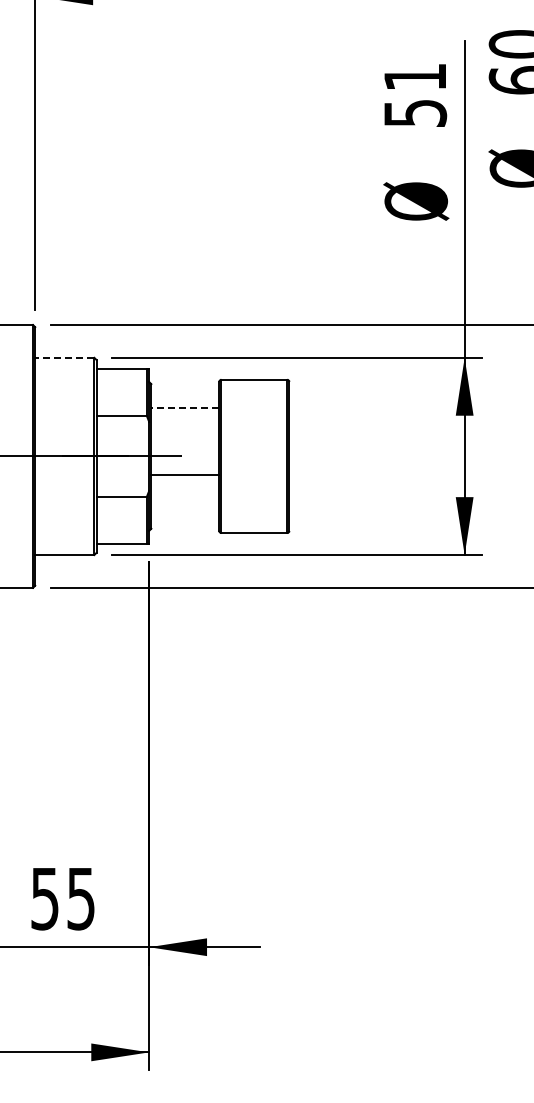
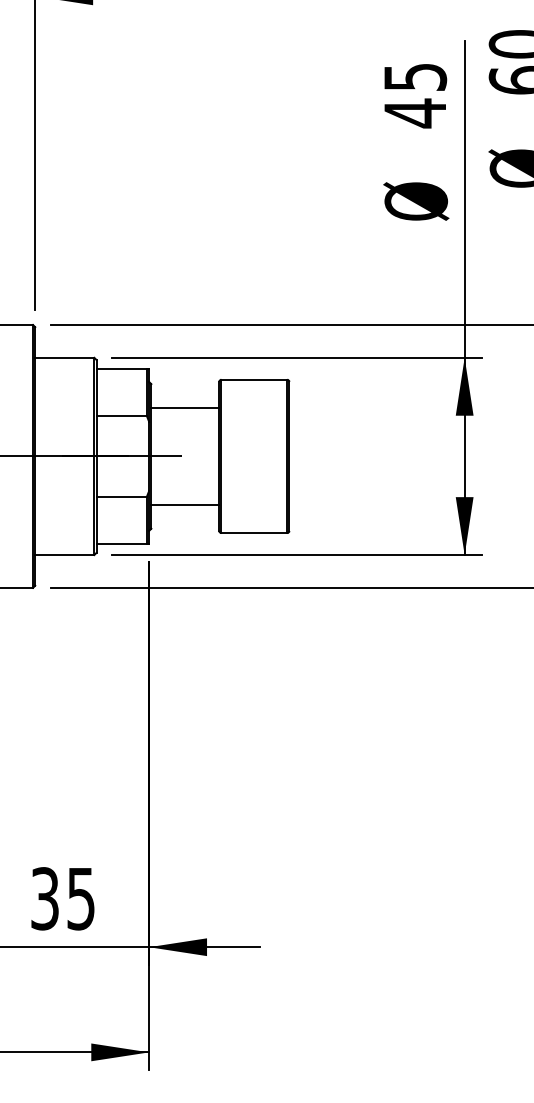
text at (415, 96): 51 -> 45
line at (64, 357): dashed -> solid
line at (185, 408): dashed -> solid
line at (185, 474) position: (185, 474) -> (185, 504)
text at (45, 898): 55 -> 35
